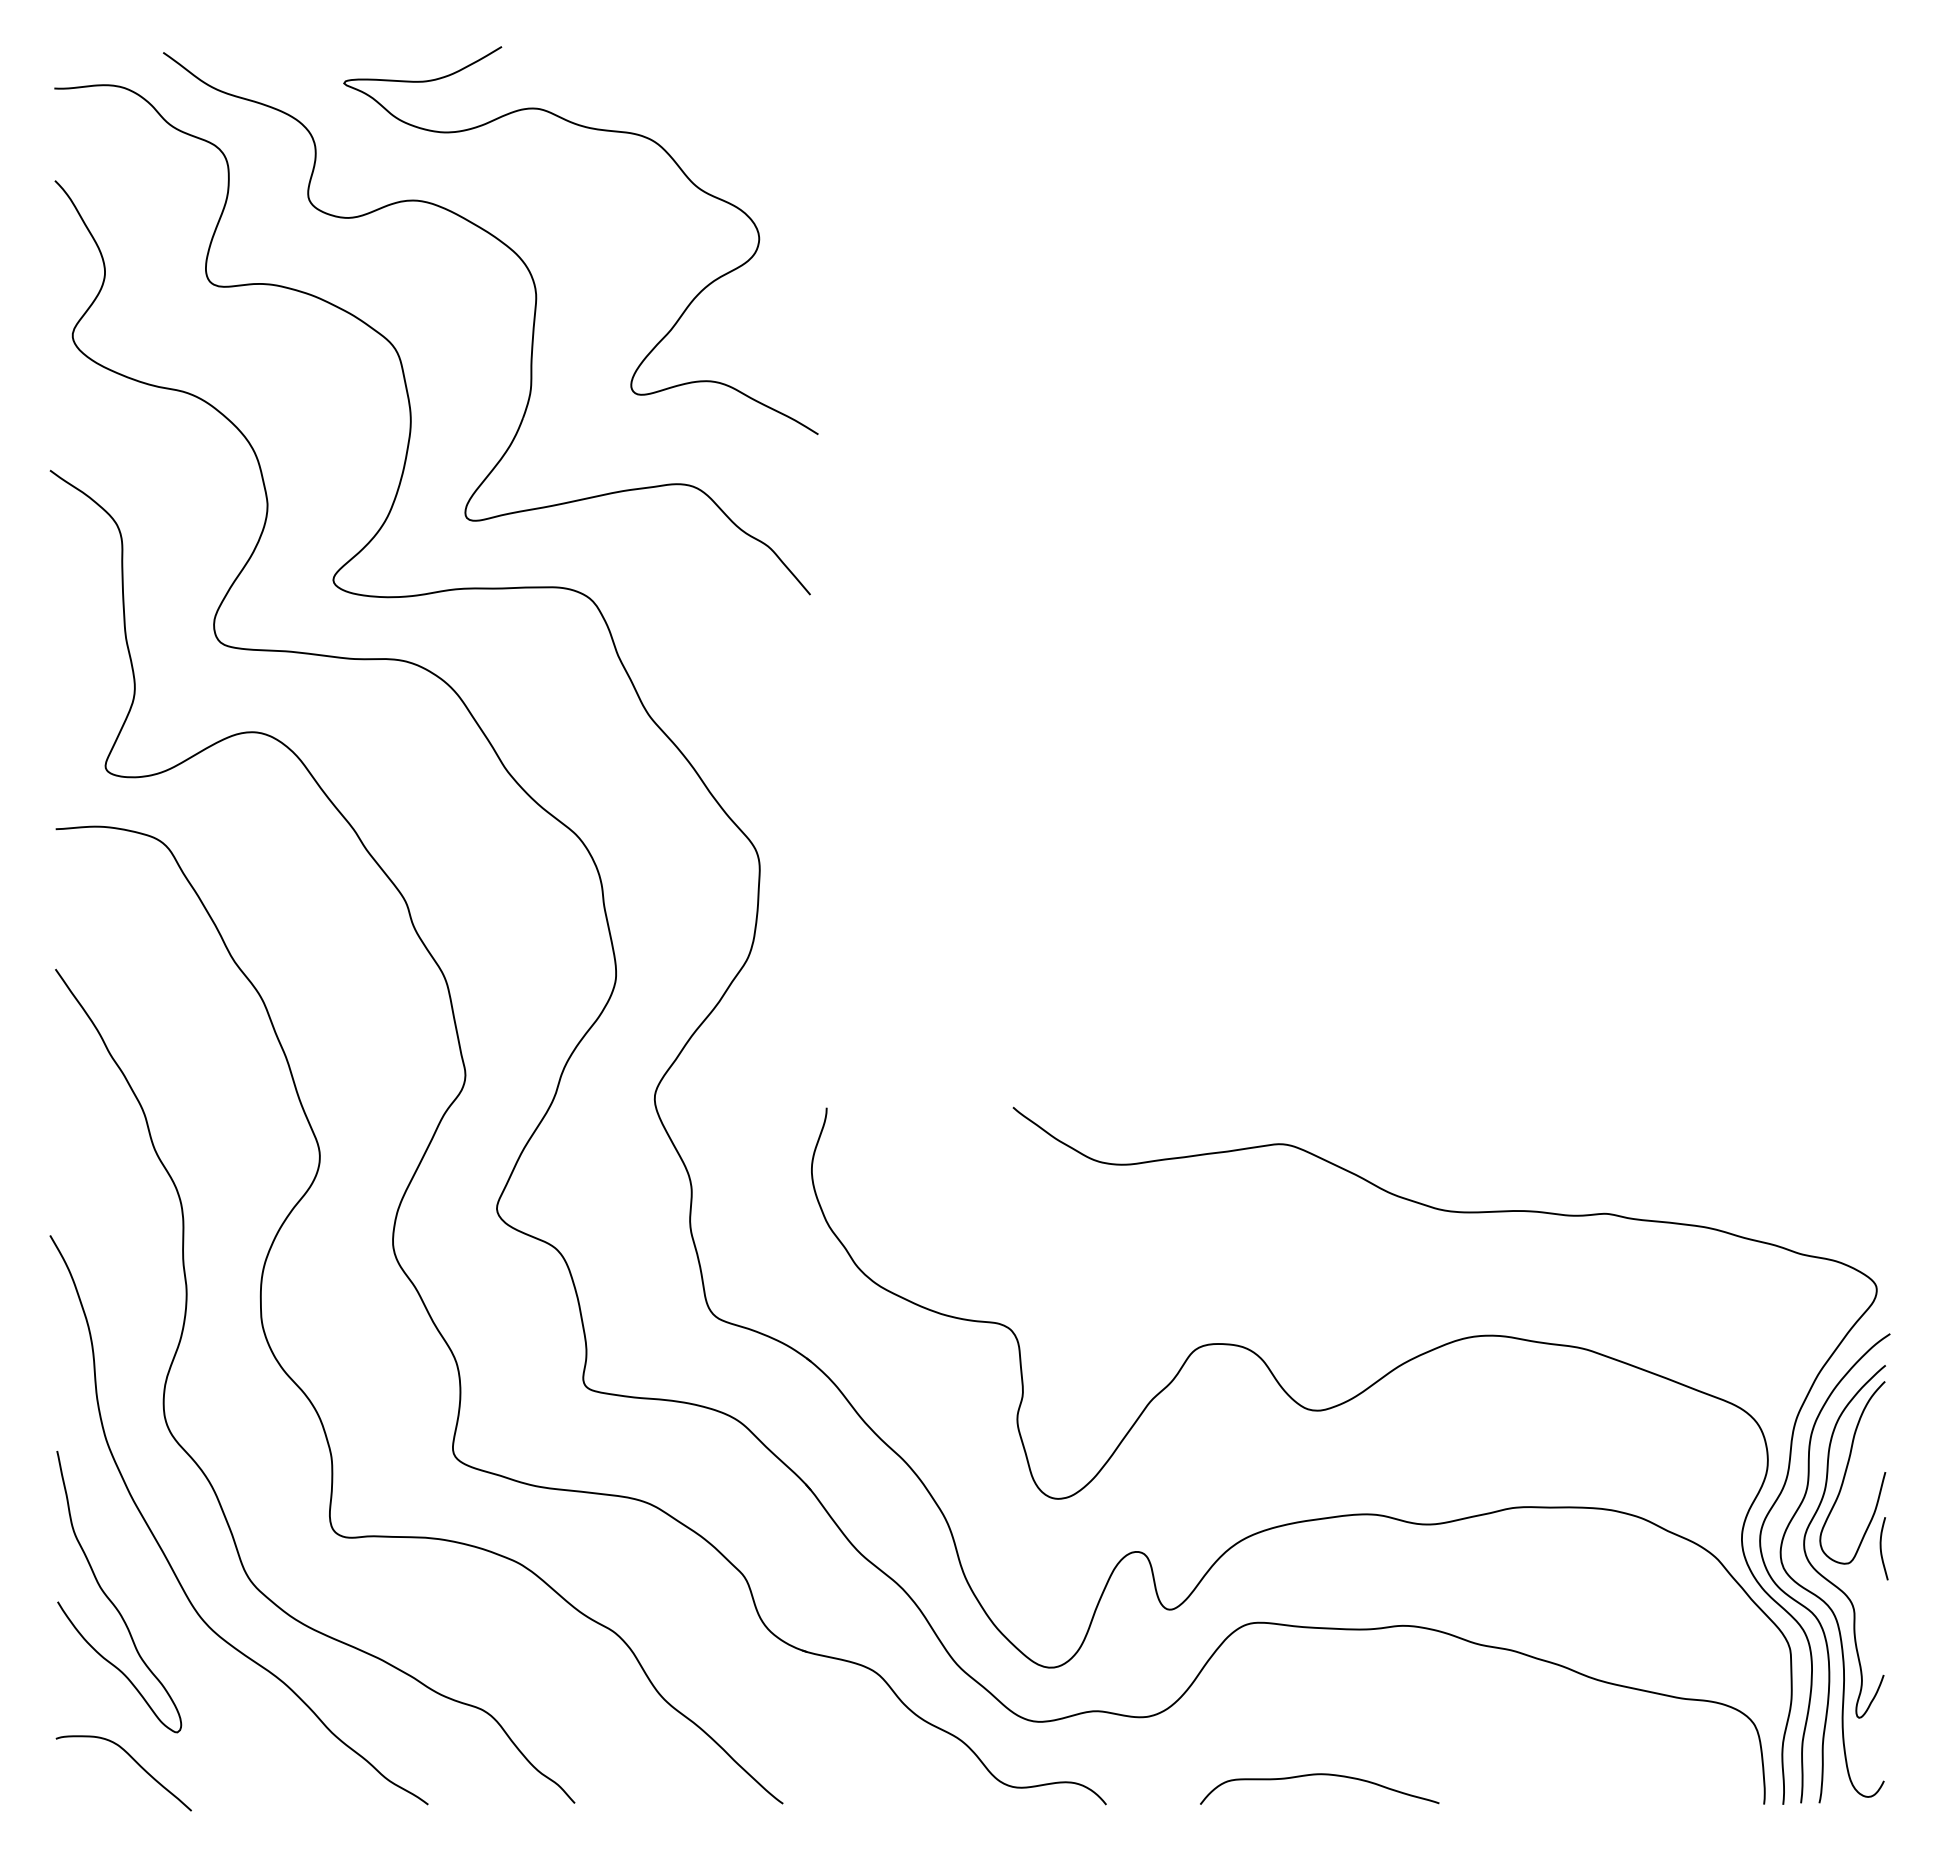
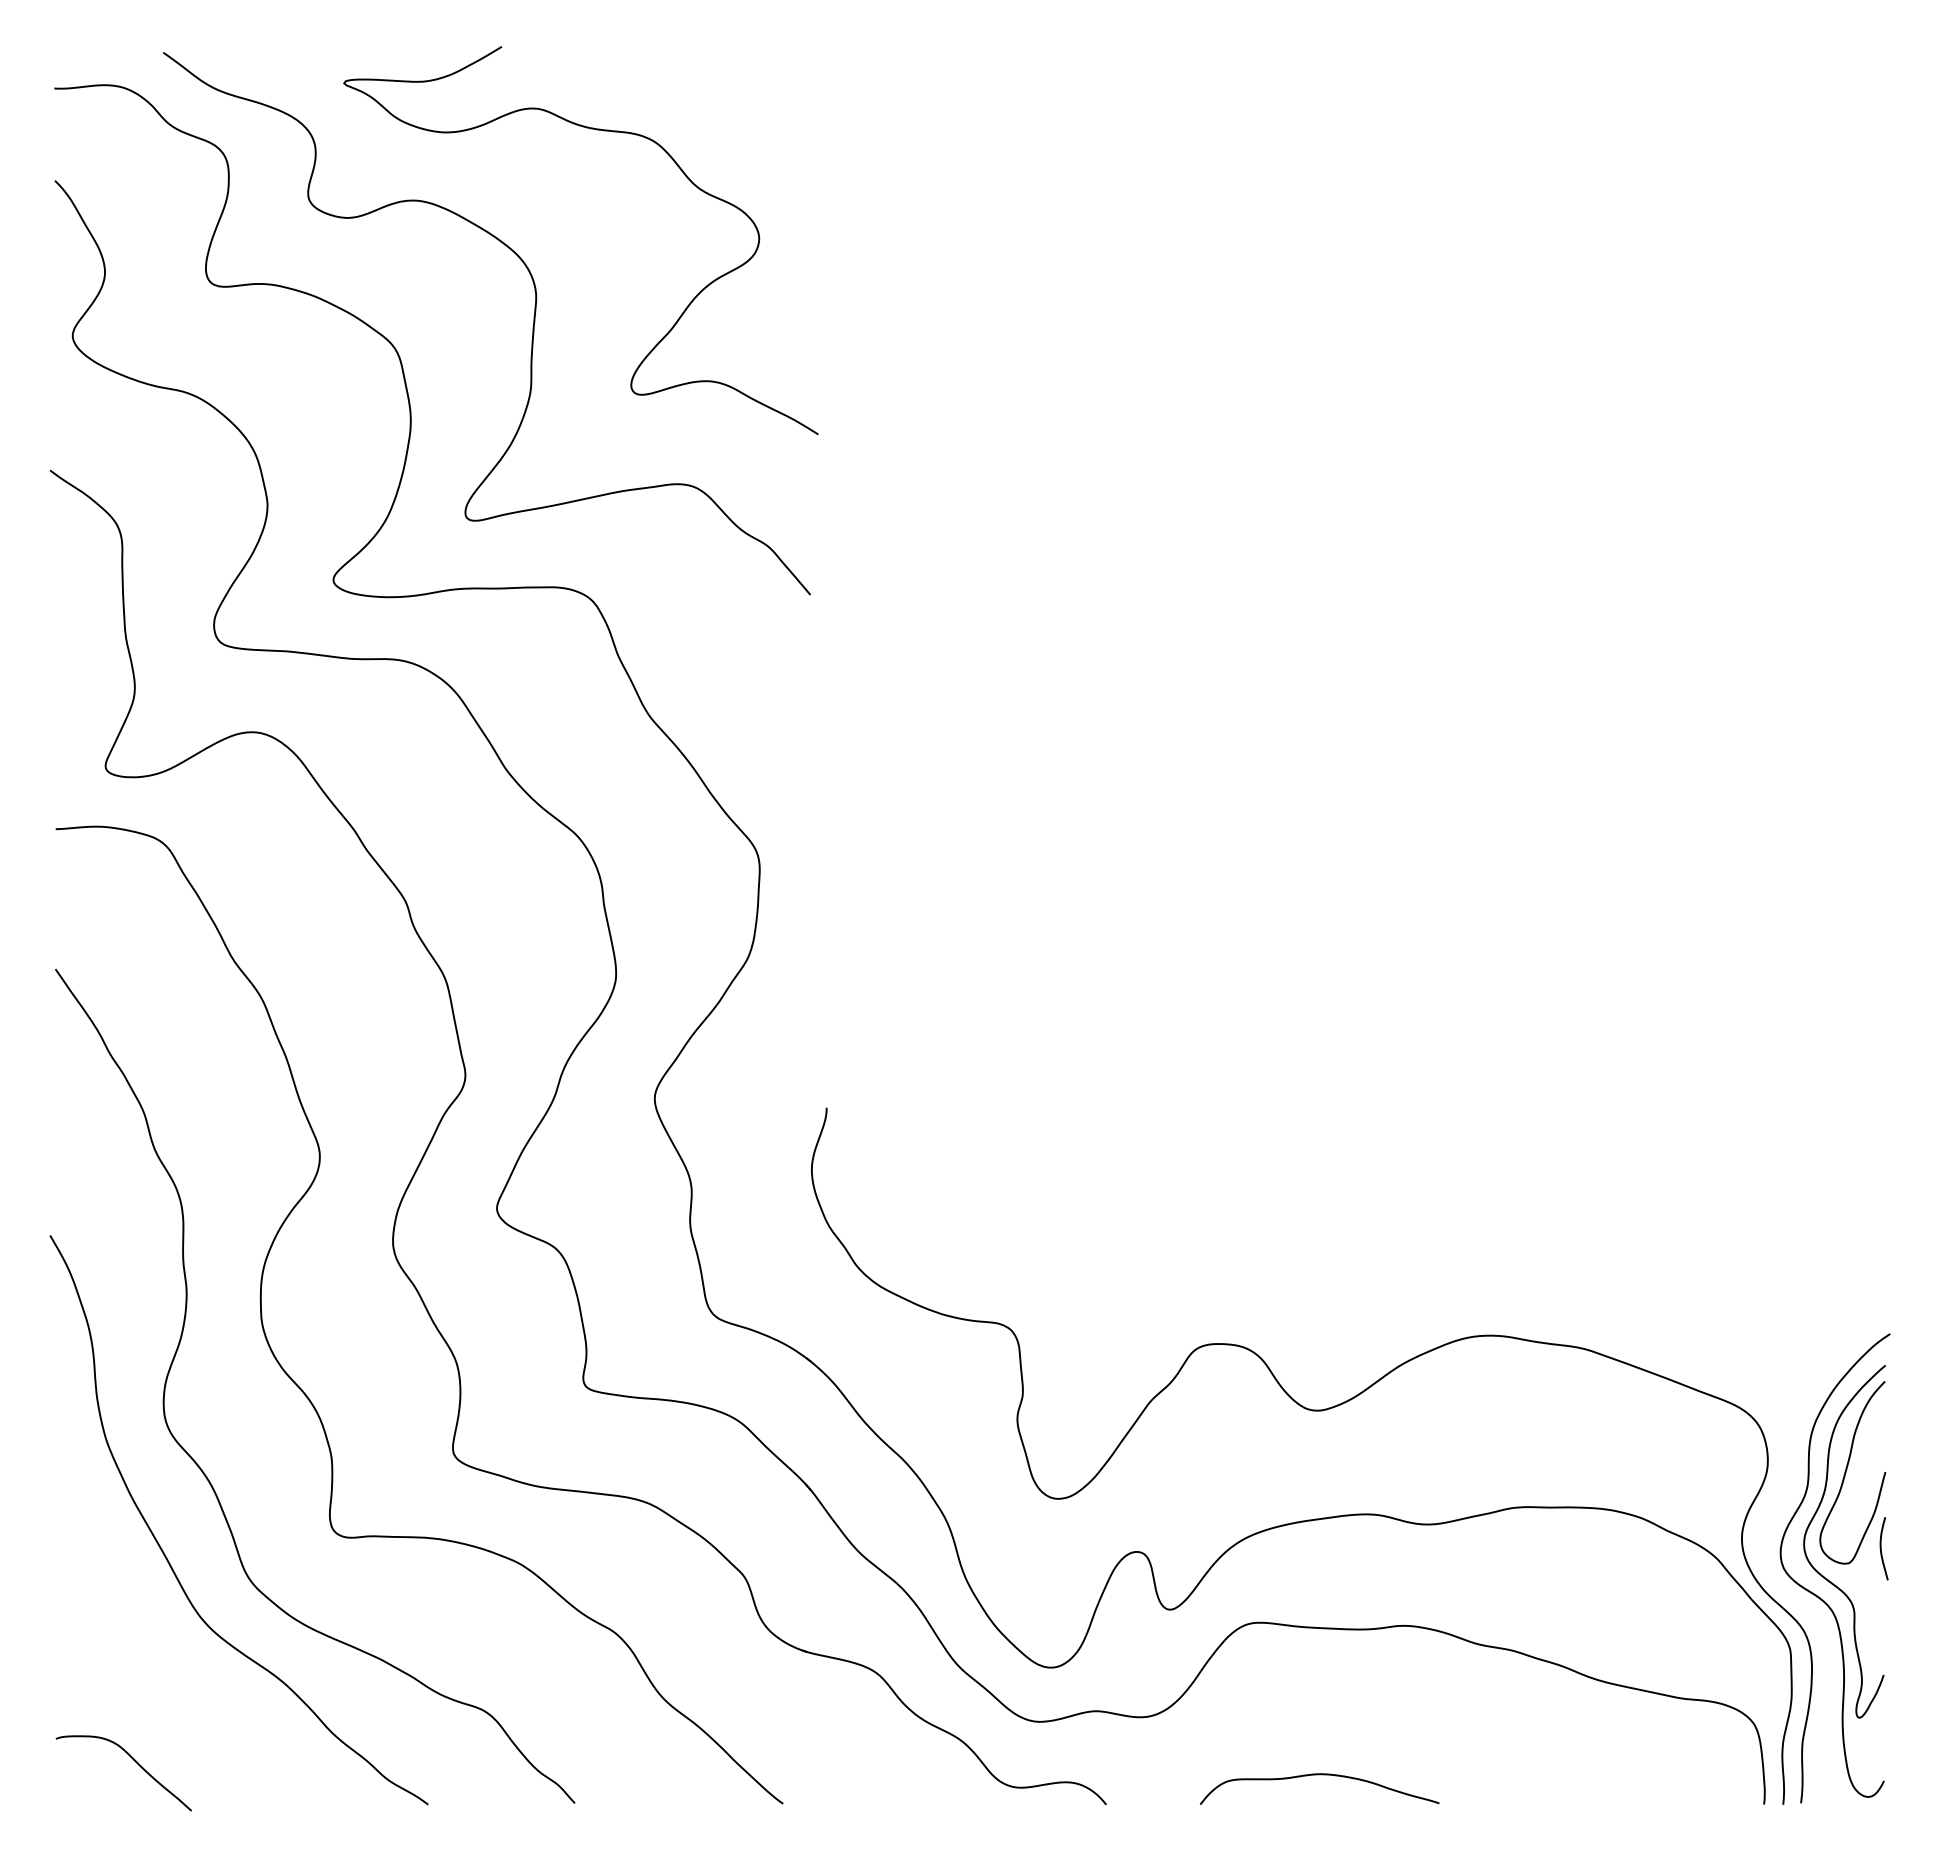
curve at (1459, 1213): present -> none
curve at (111, 1600): present -> none
